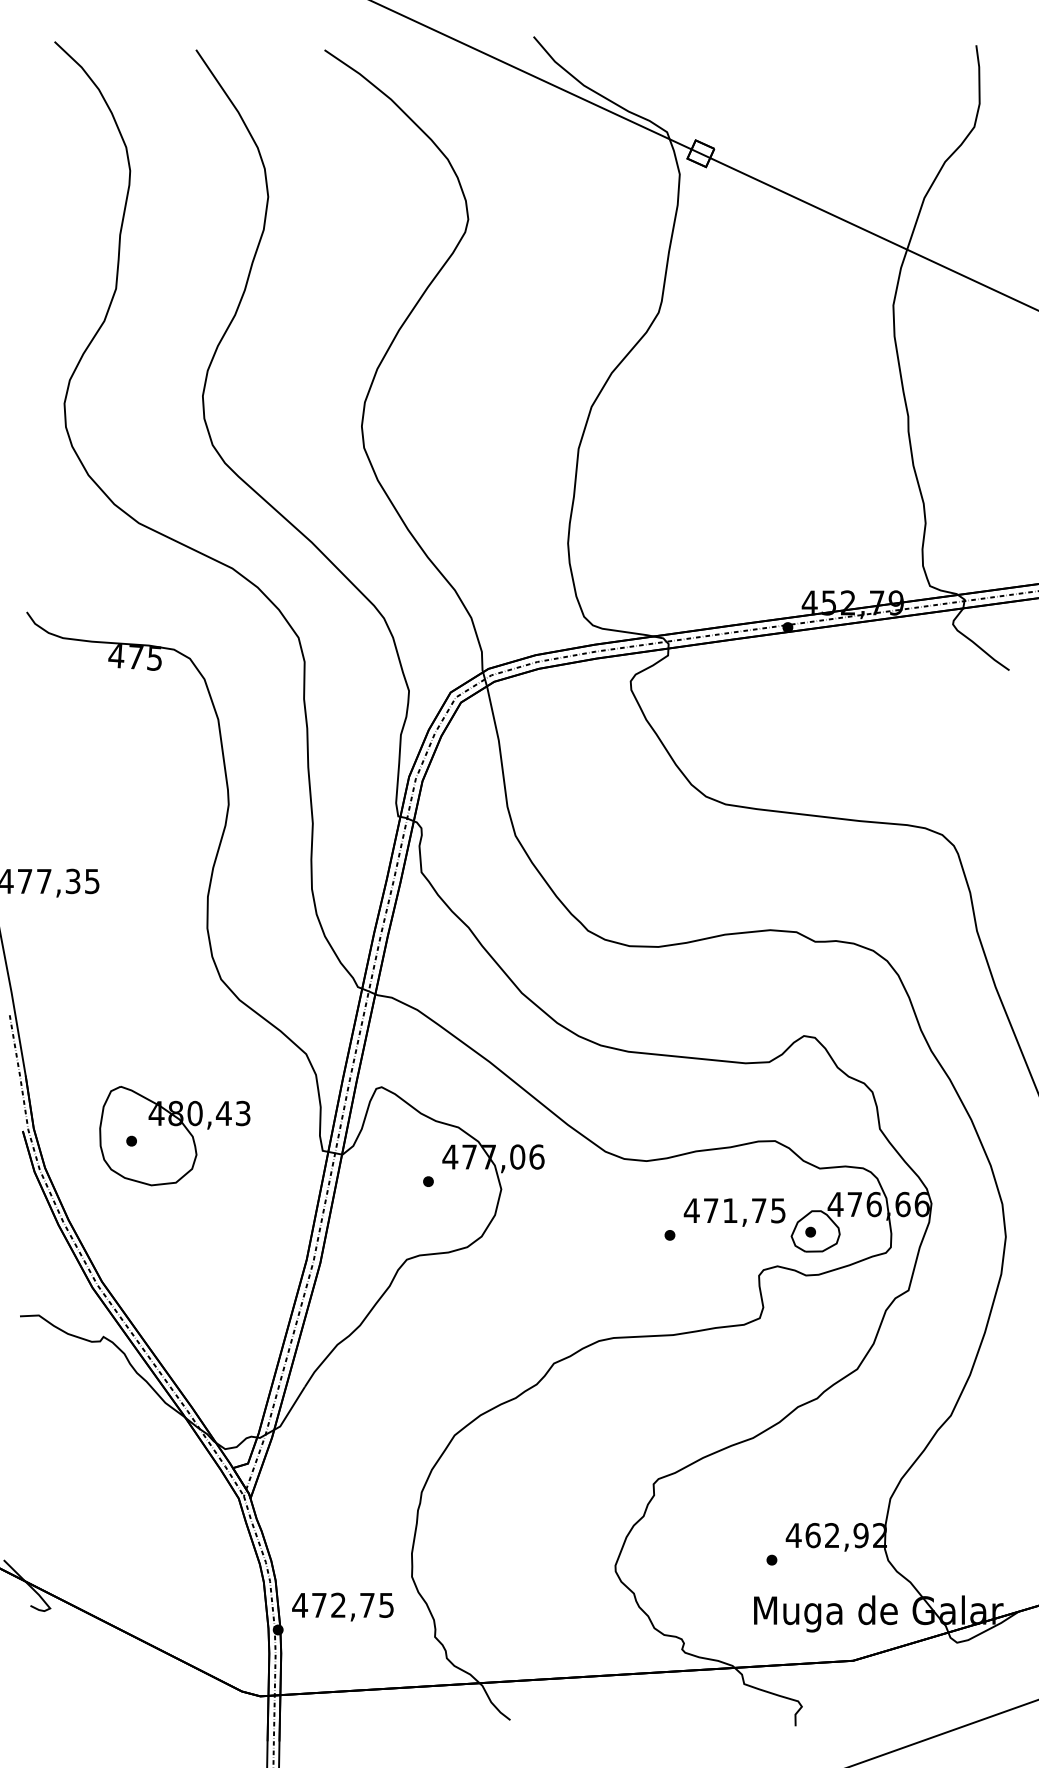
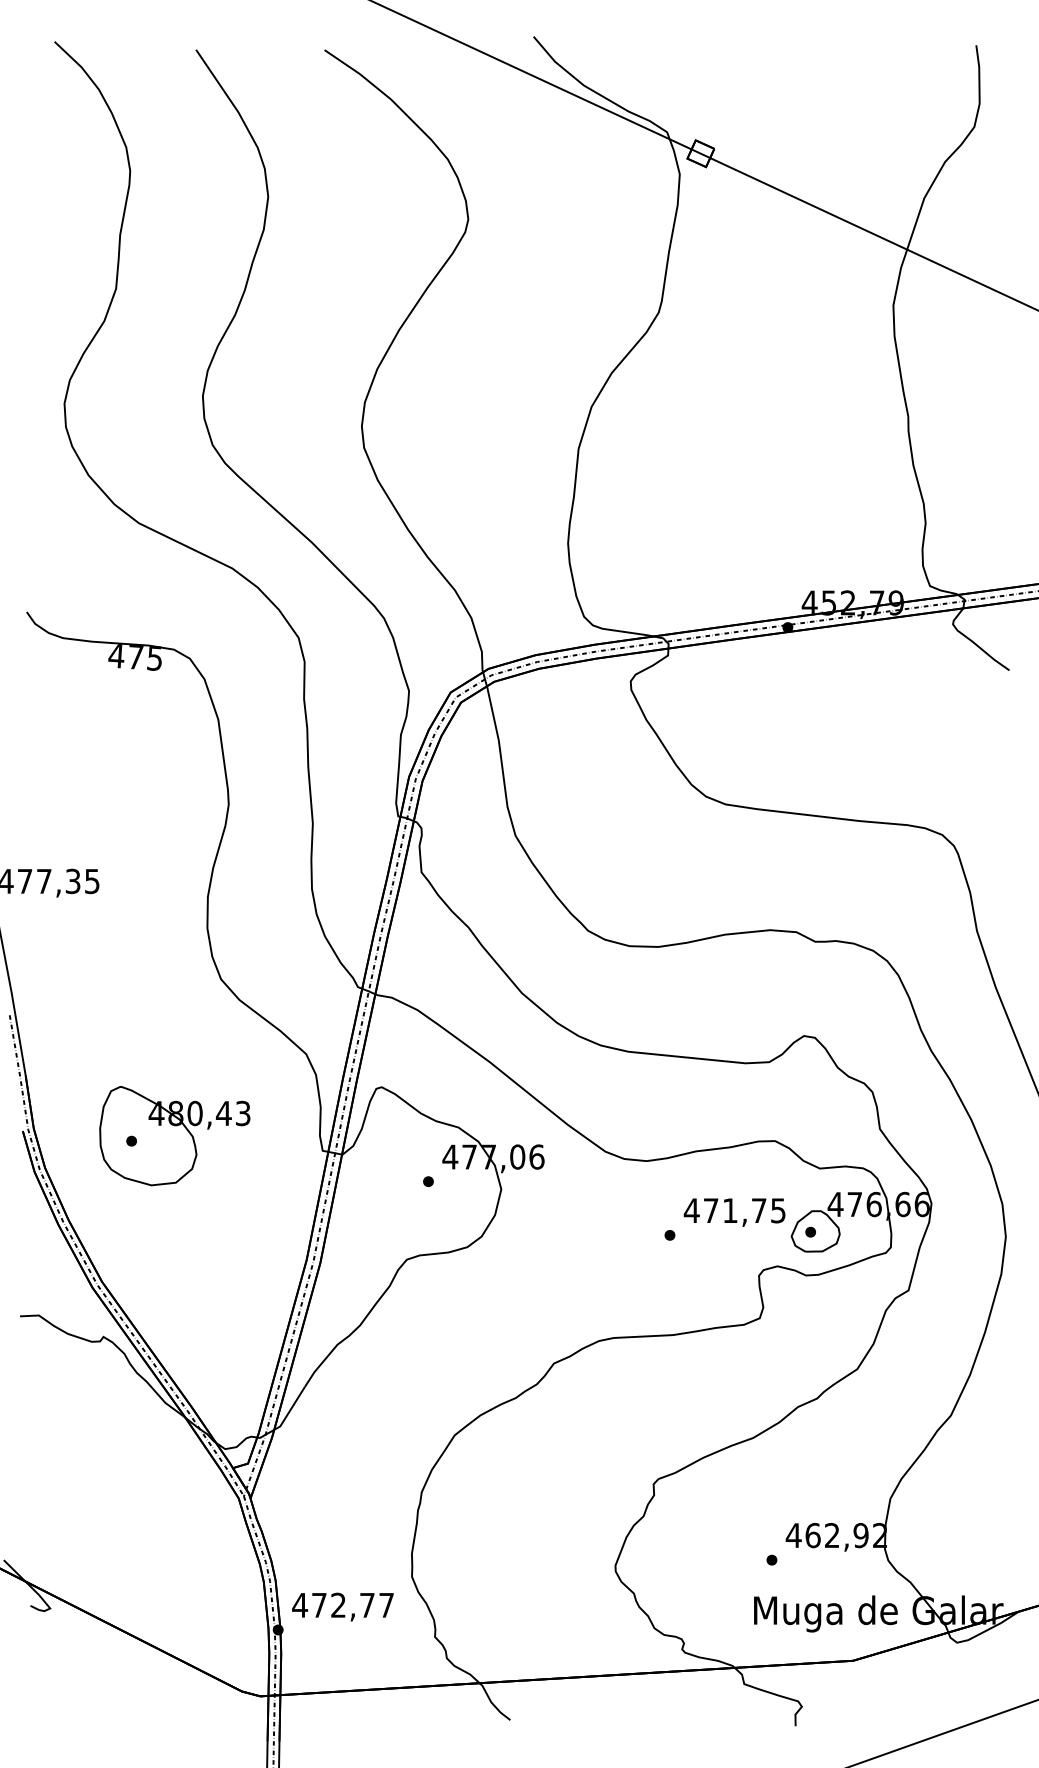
text at (386, 1605): 472,75 -> 472,77
